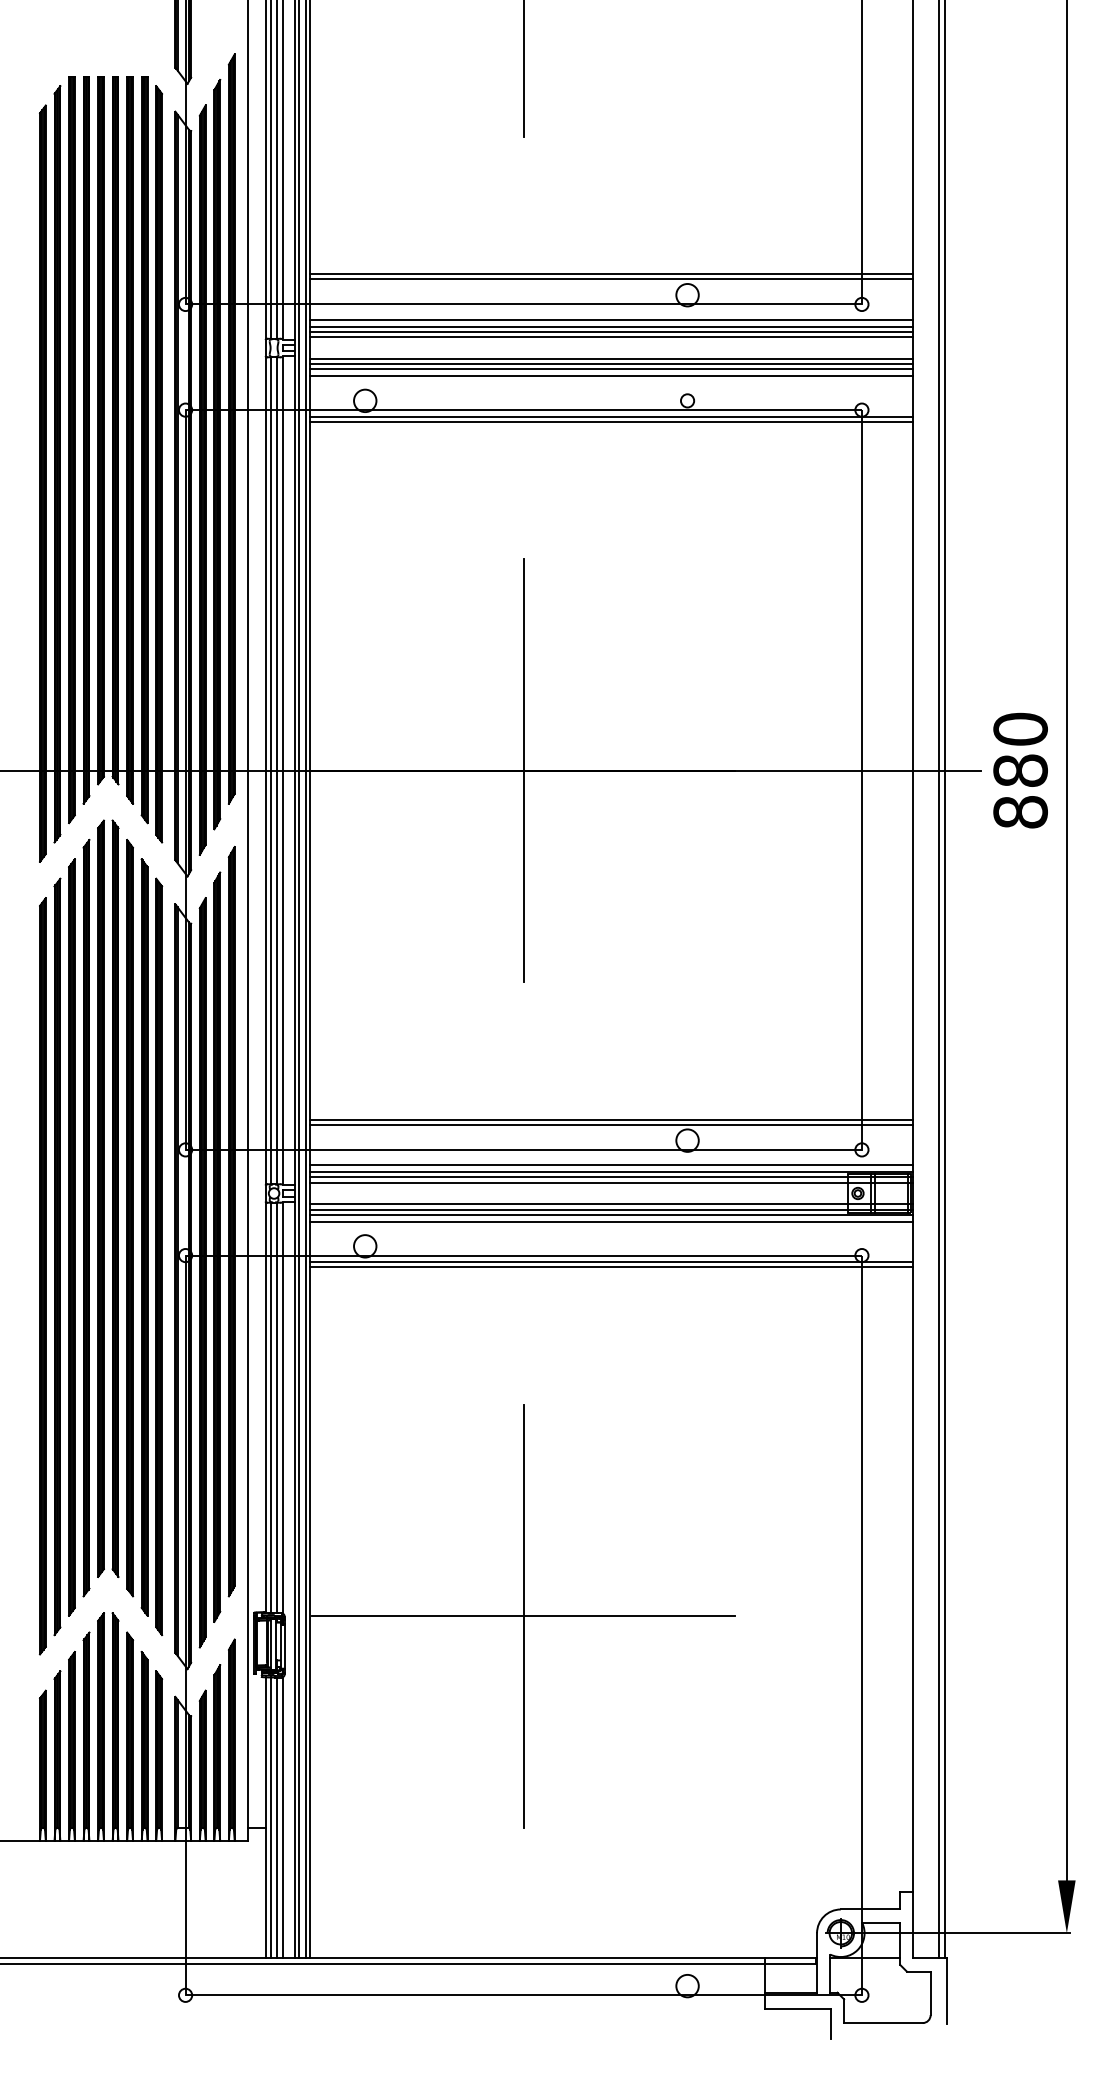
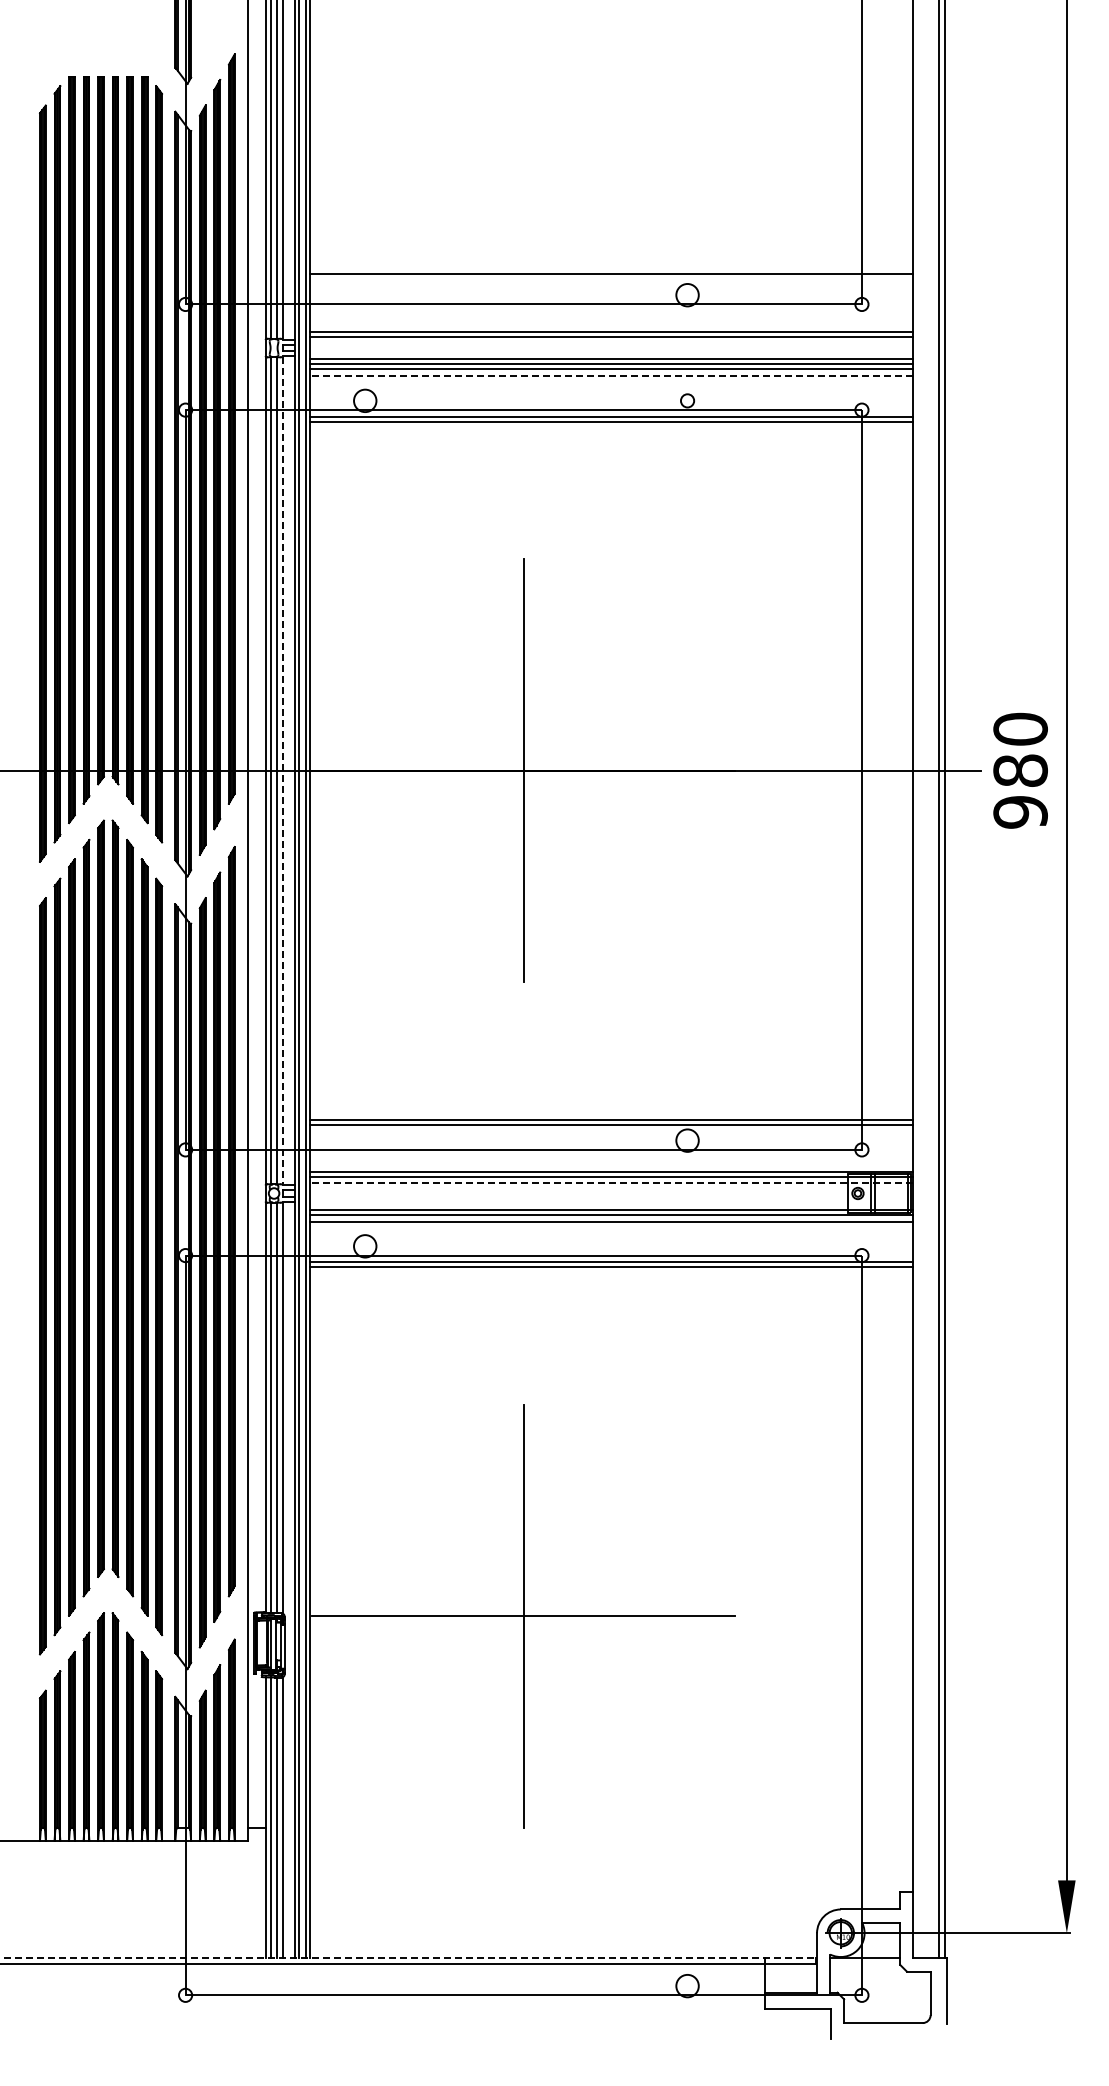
line at (523, 69): present -> none
line at (611, 279): present -> none
line at (611, 319): present -> none
line at (611, 326): present -> none
line at (611, 376): solid -> dashed
line at (282, 771): solid -> dashed
text at (1020, 812): 880 -> 980
line at (611, 1165): present -> none
line at (611, 1182): solid -> dashed
line at (611, 1204): present -> none
line at (409, 1958): solid -> dashed
